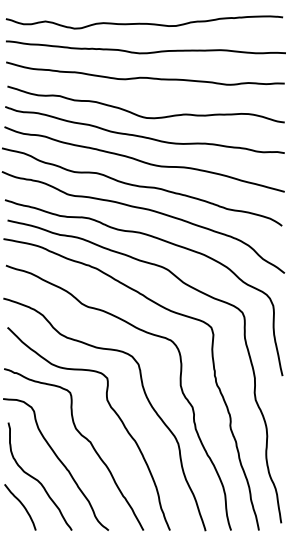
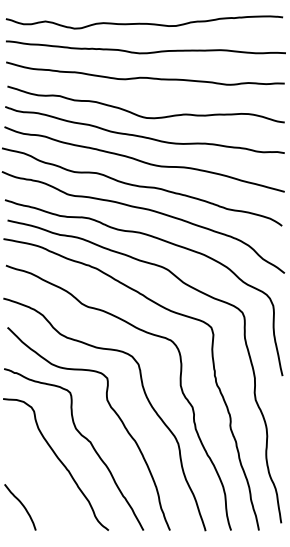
curve at (36, 478): present -> none
